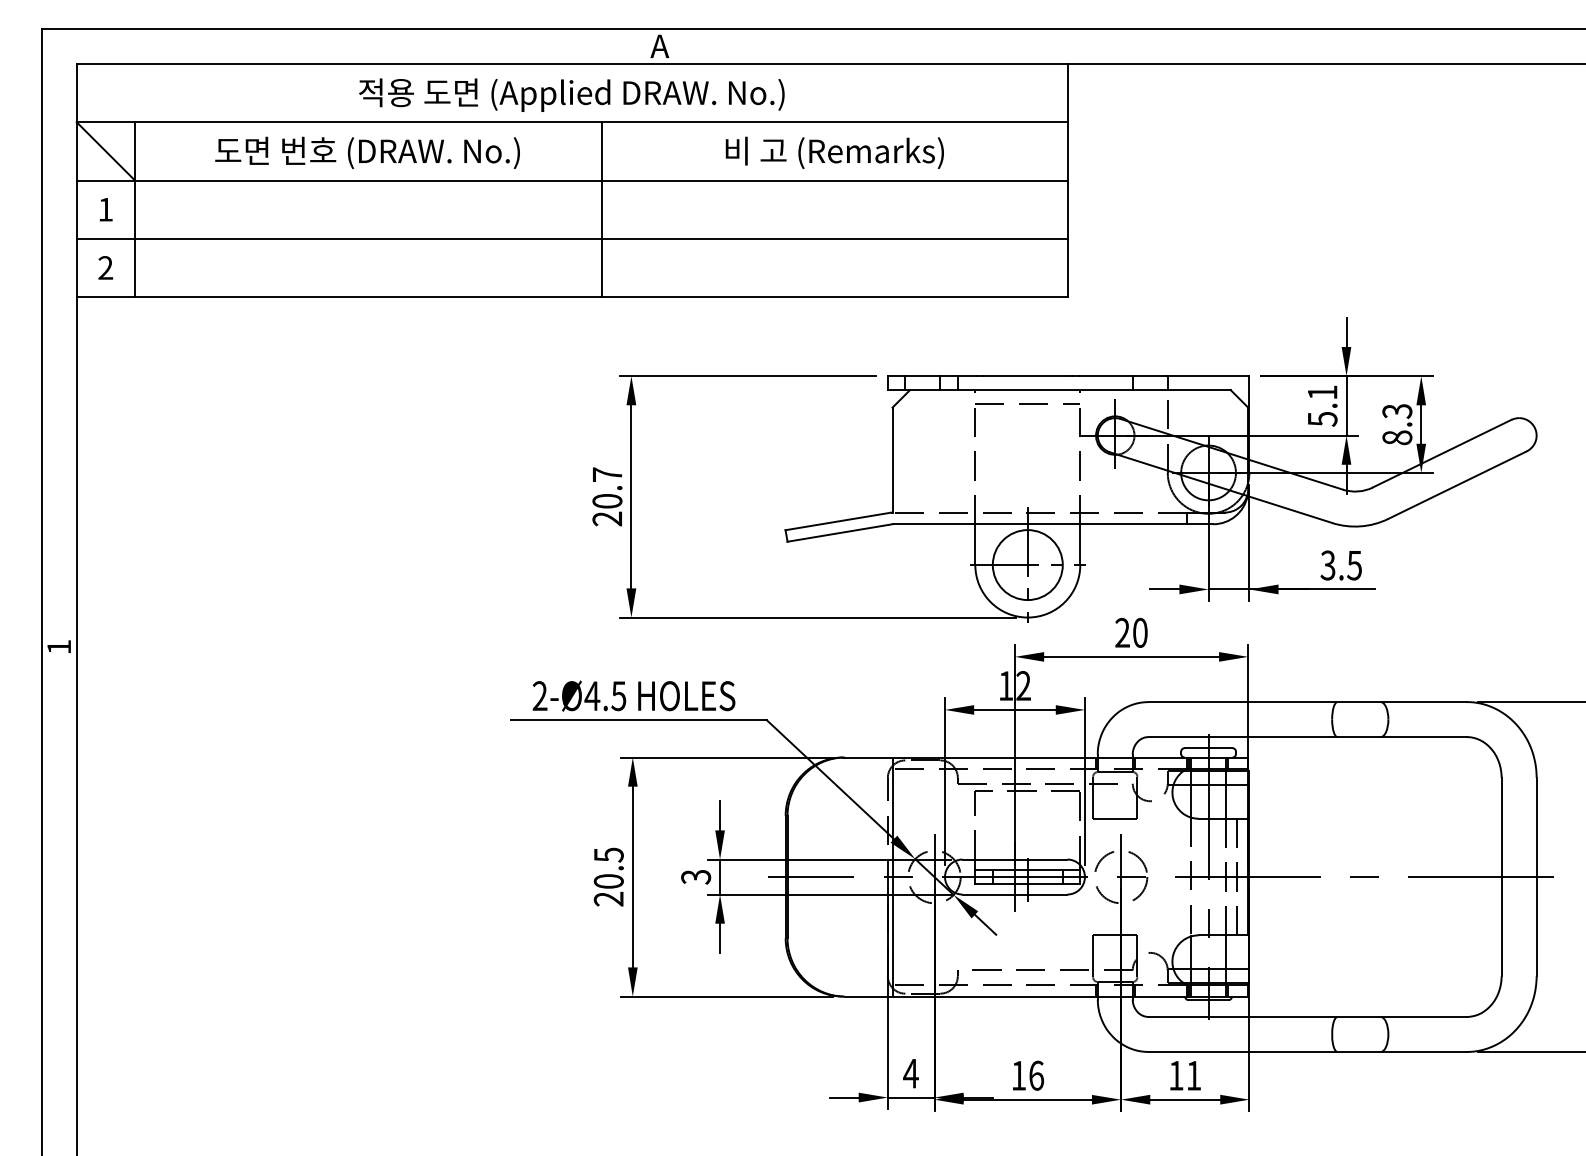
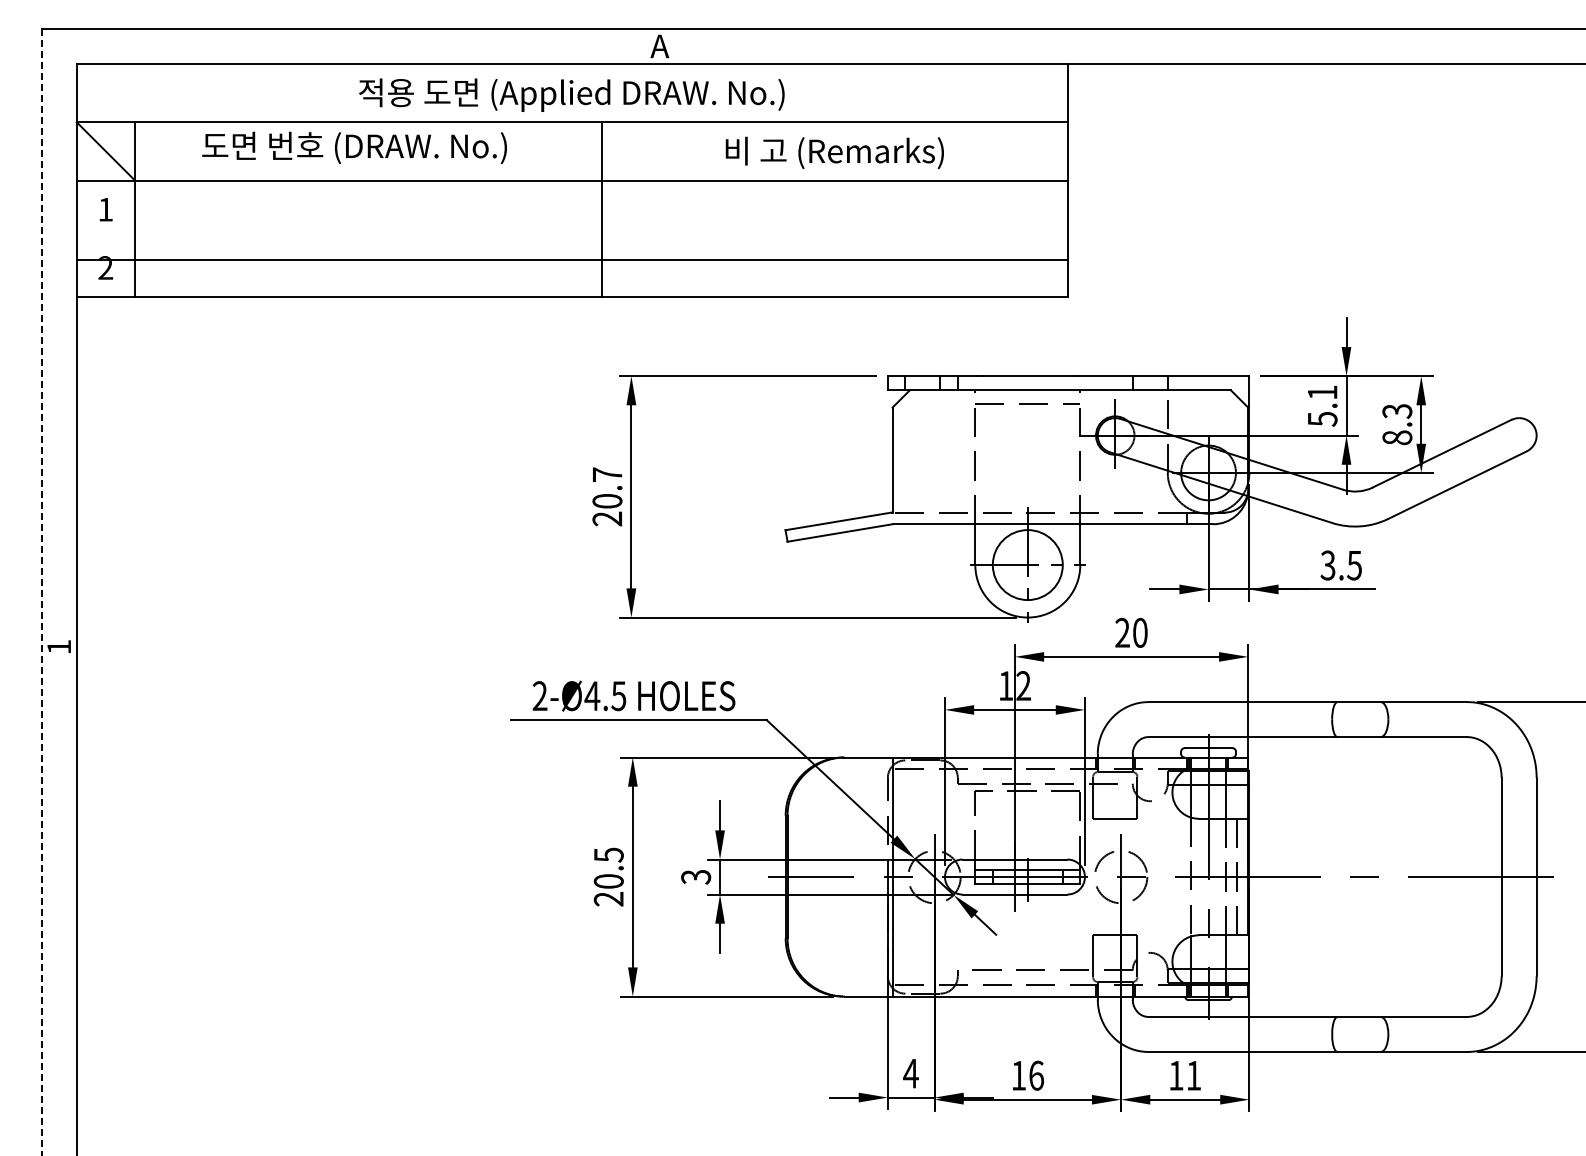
text at (367, 152) position: (367, 152) -> (354, 147)
line at (572, 238) position: (572, 238) -> (572, 259)
line at (41, 592): solid -> dashed
